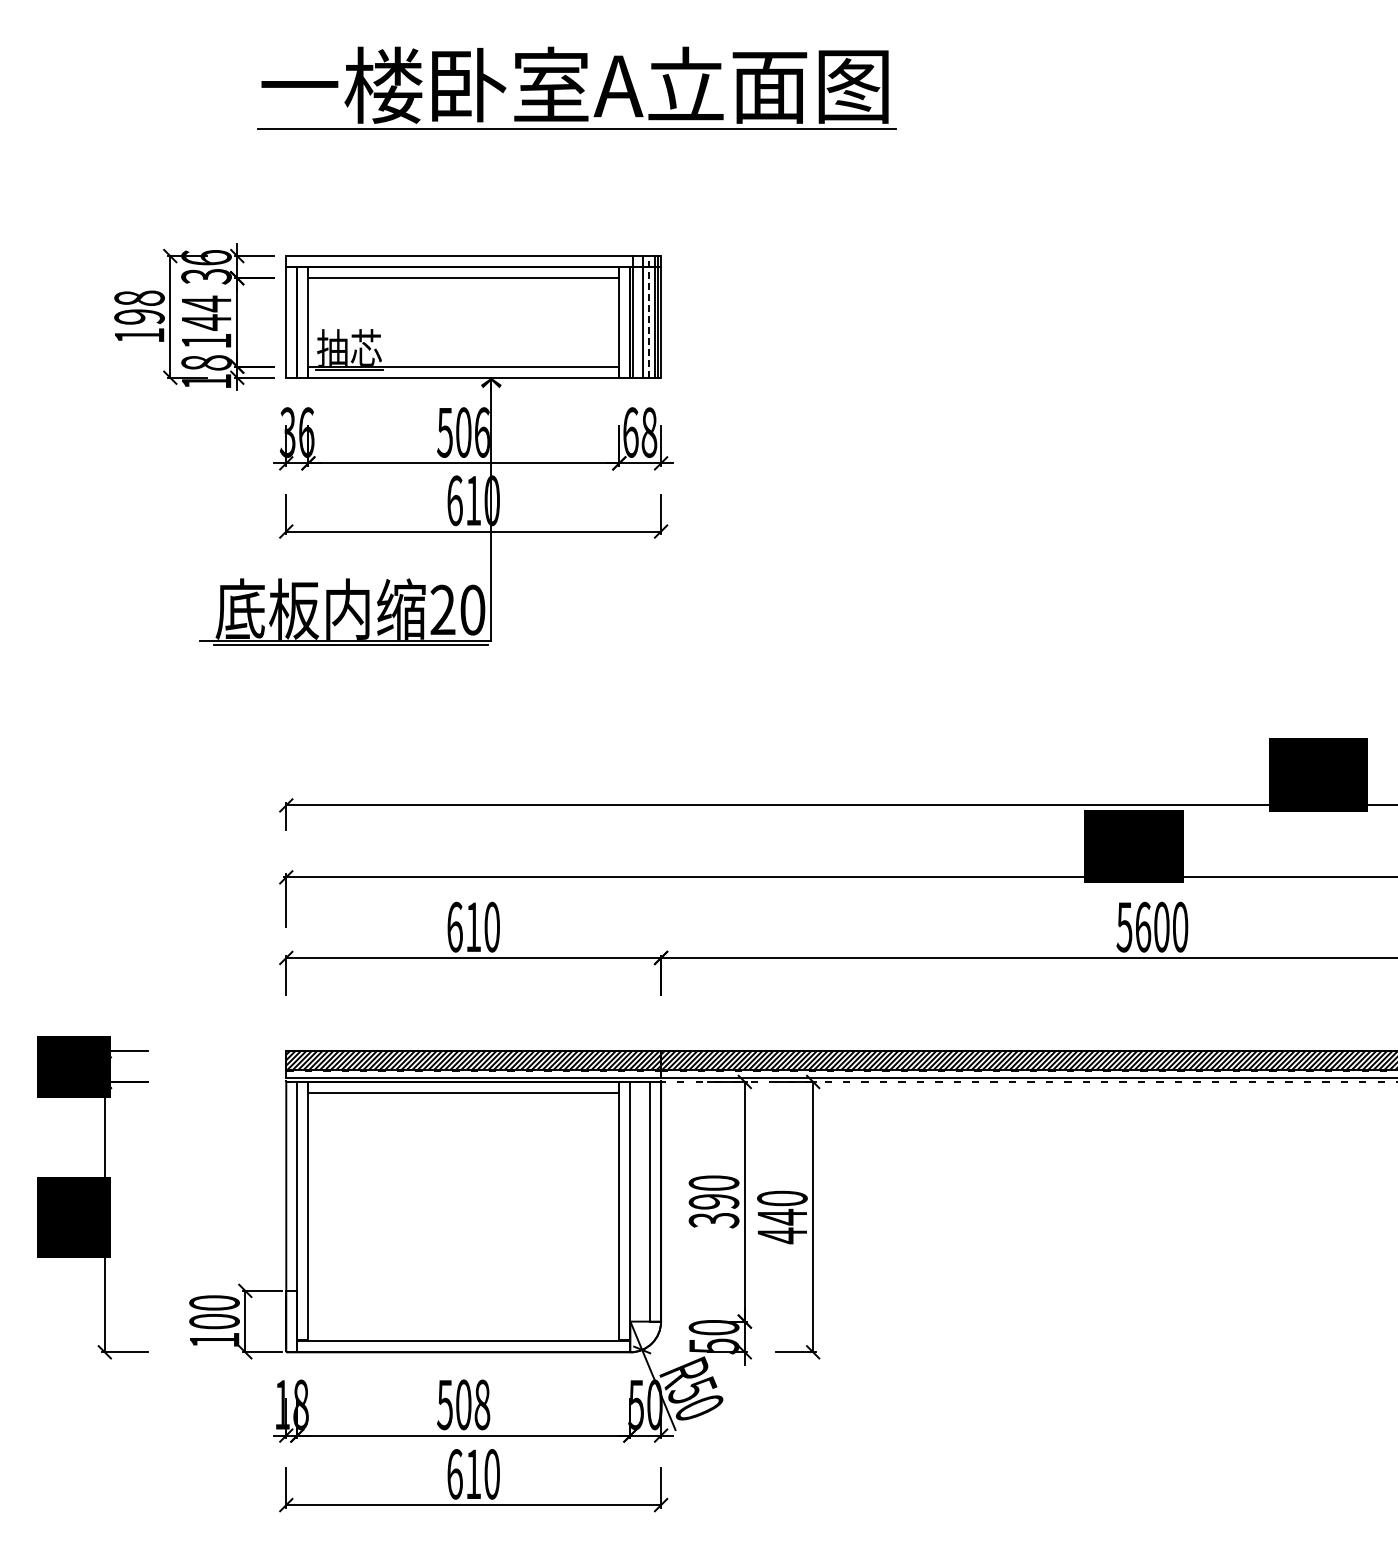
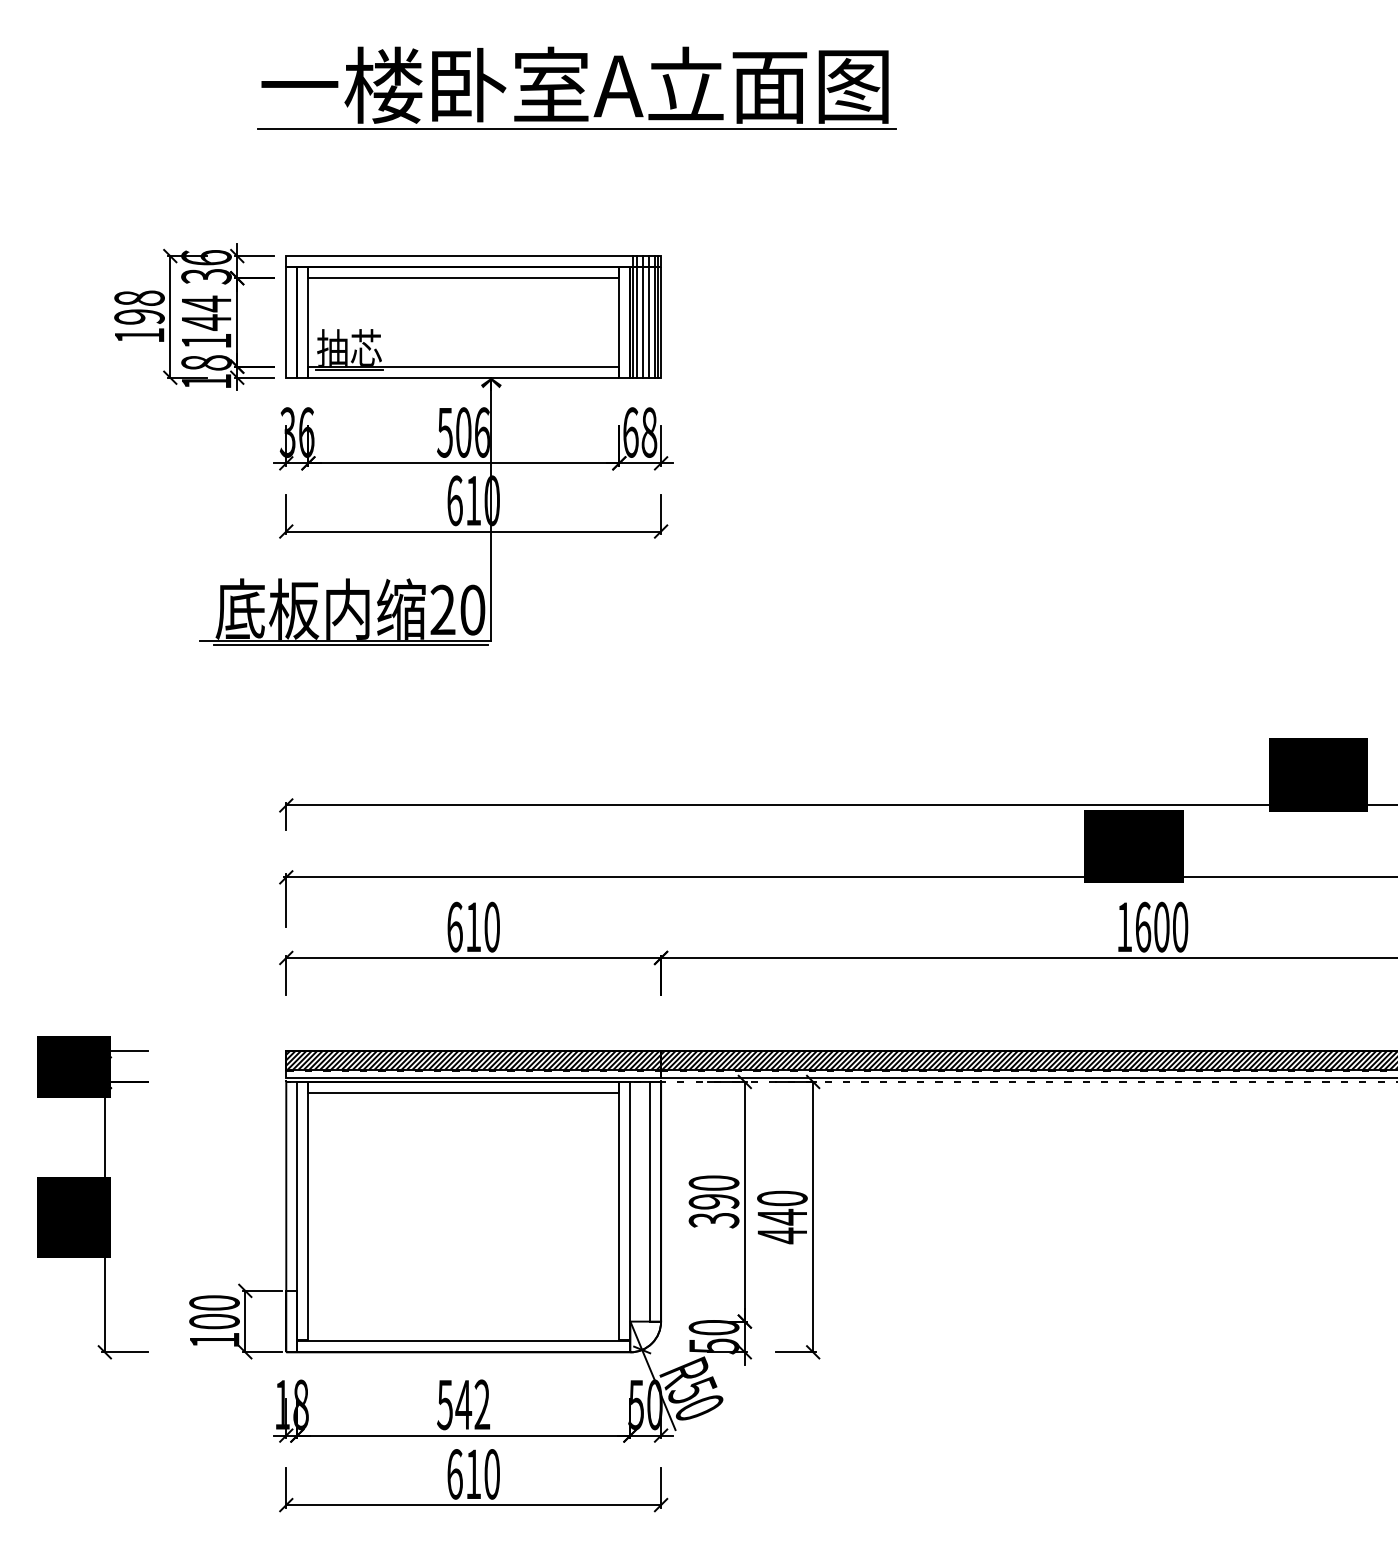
line at (636, 316): none -> present
line at (648, 316): dashed -> solid
text at (1124, 927): 5600 -> 1600
text at (472, 1404): 508 -> 542
